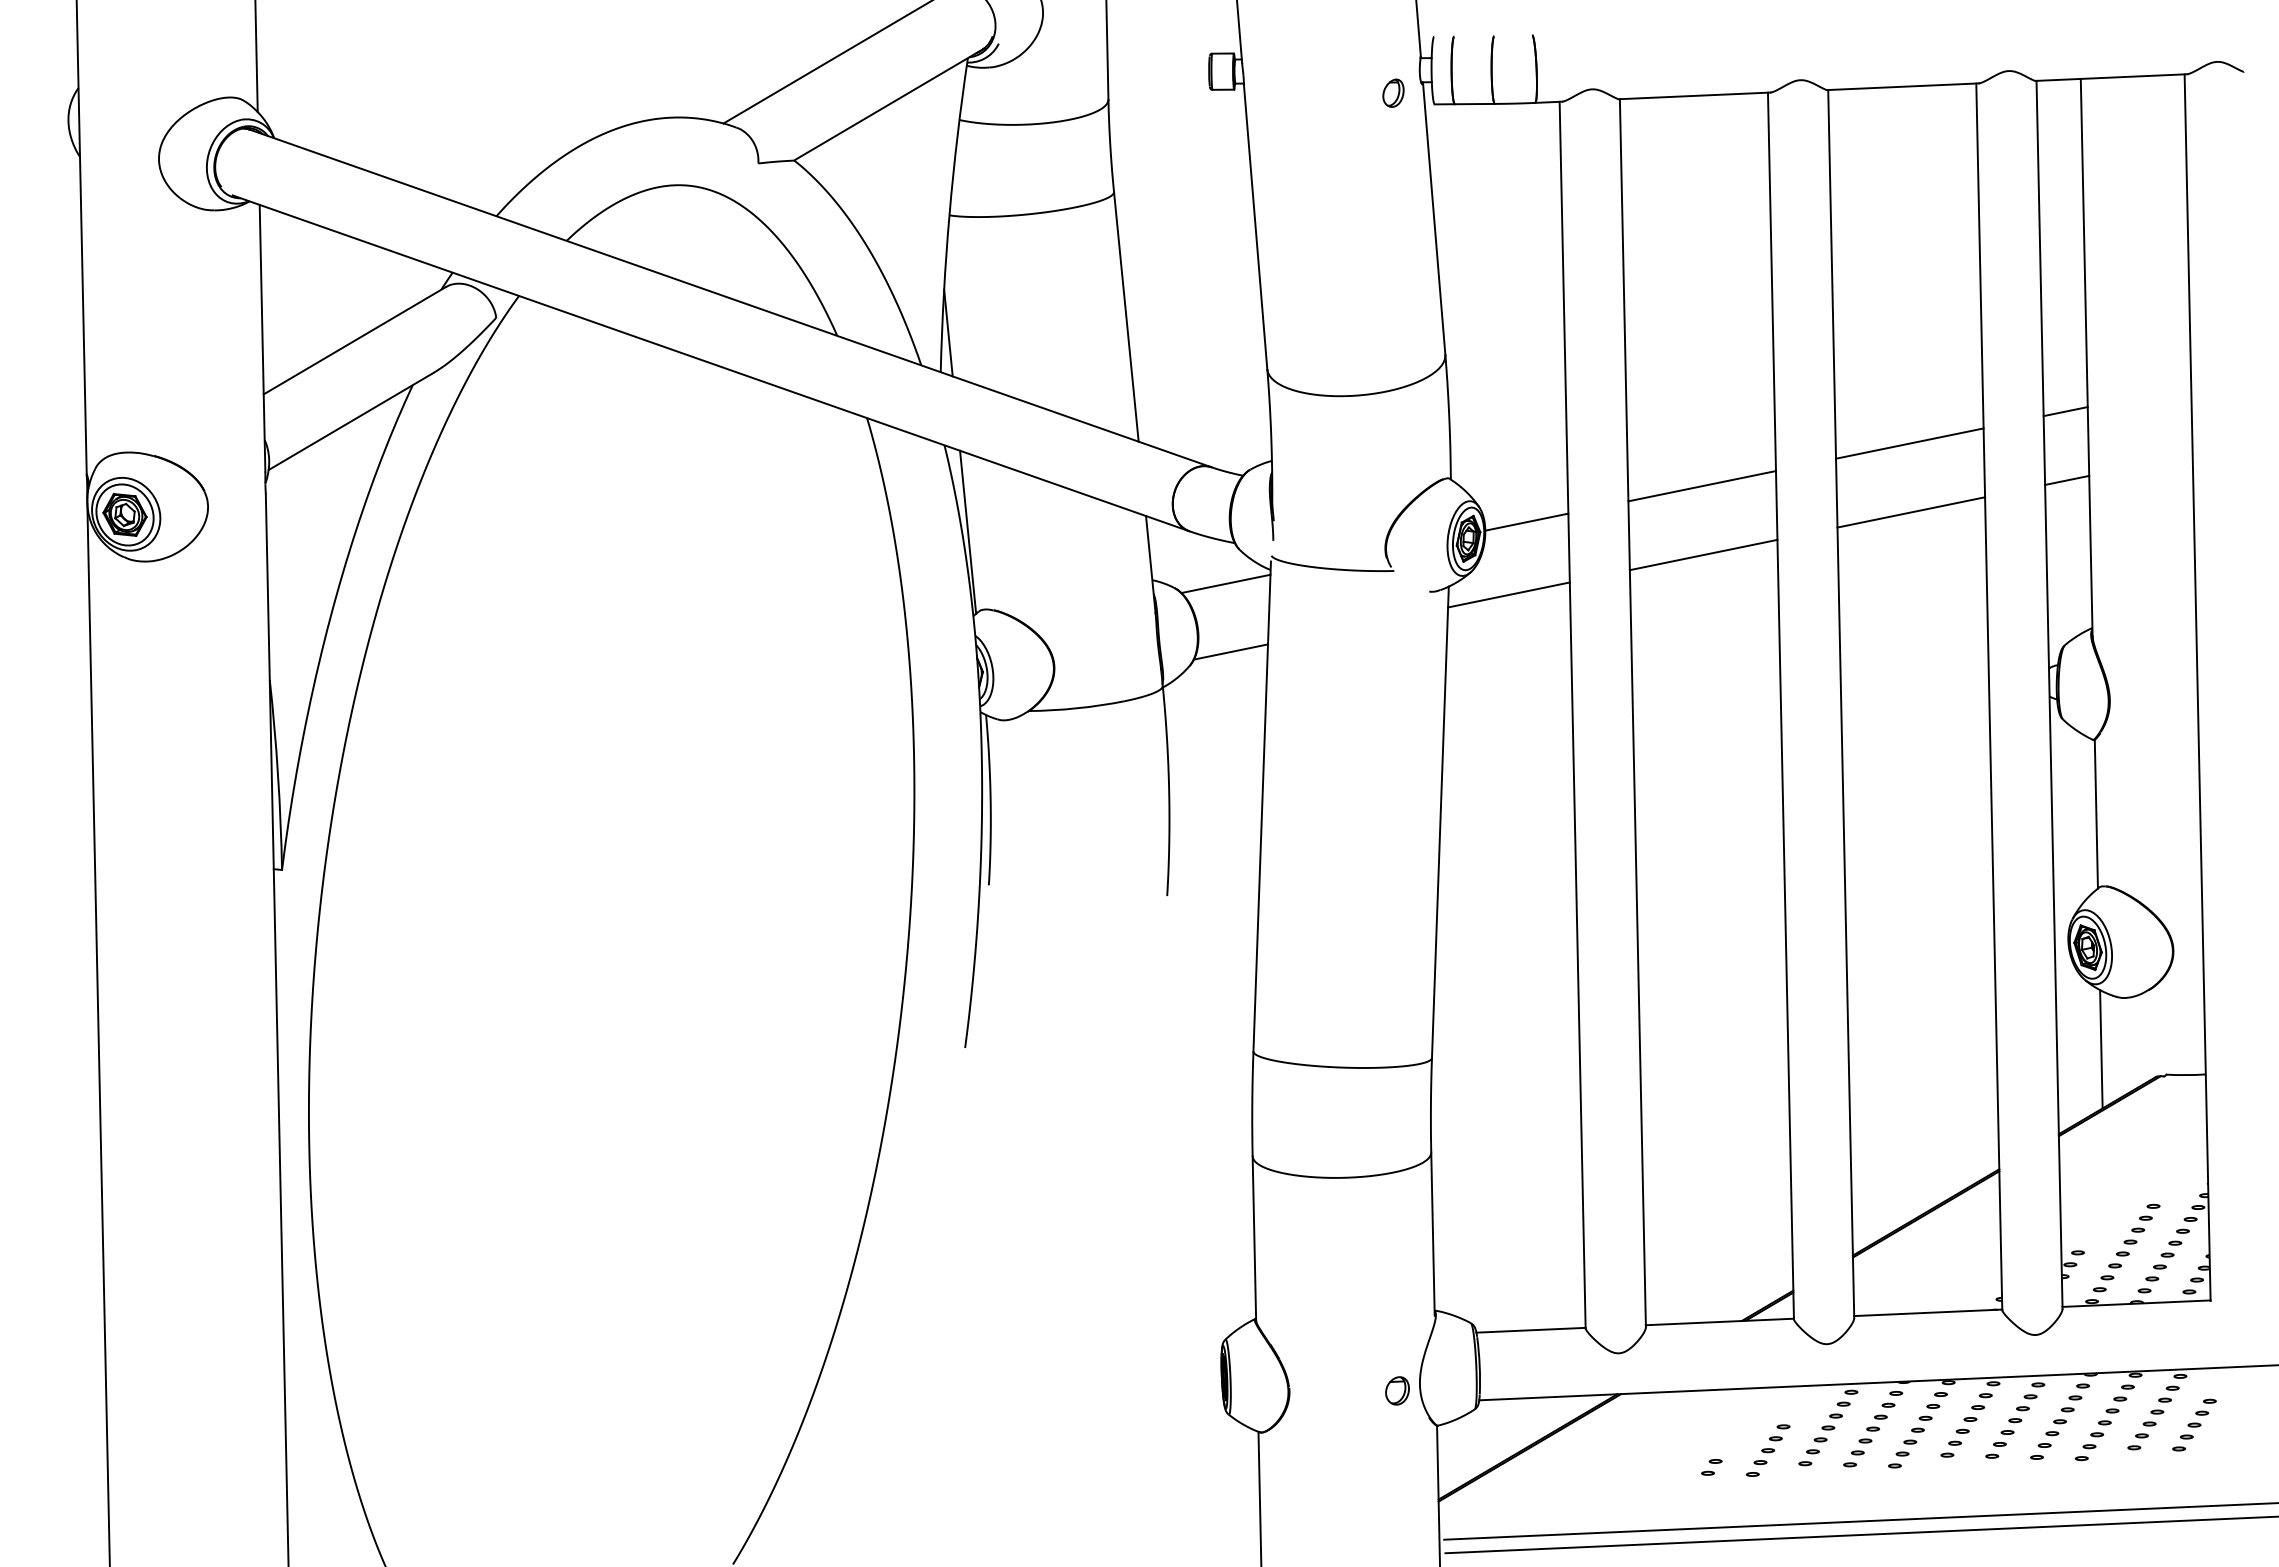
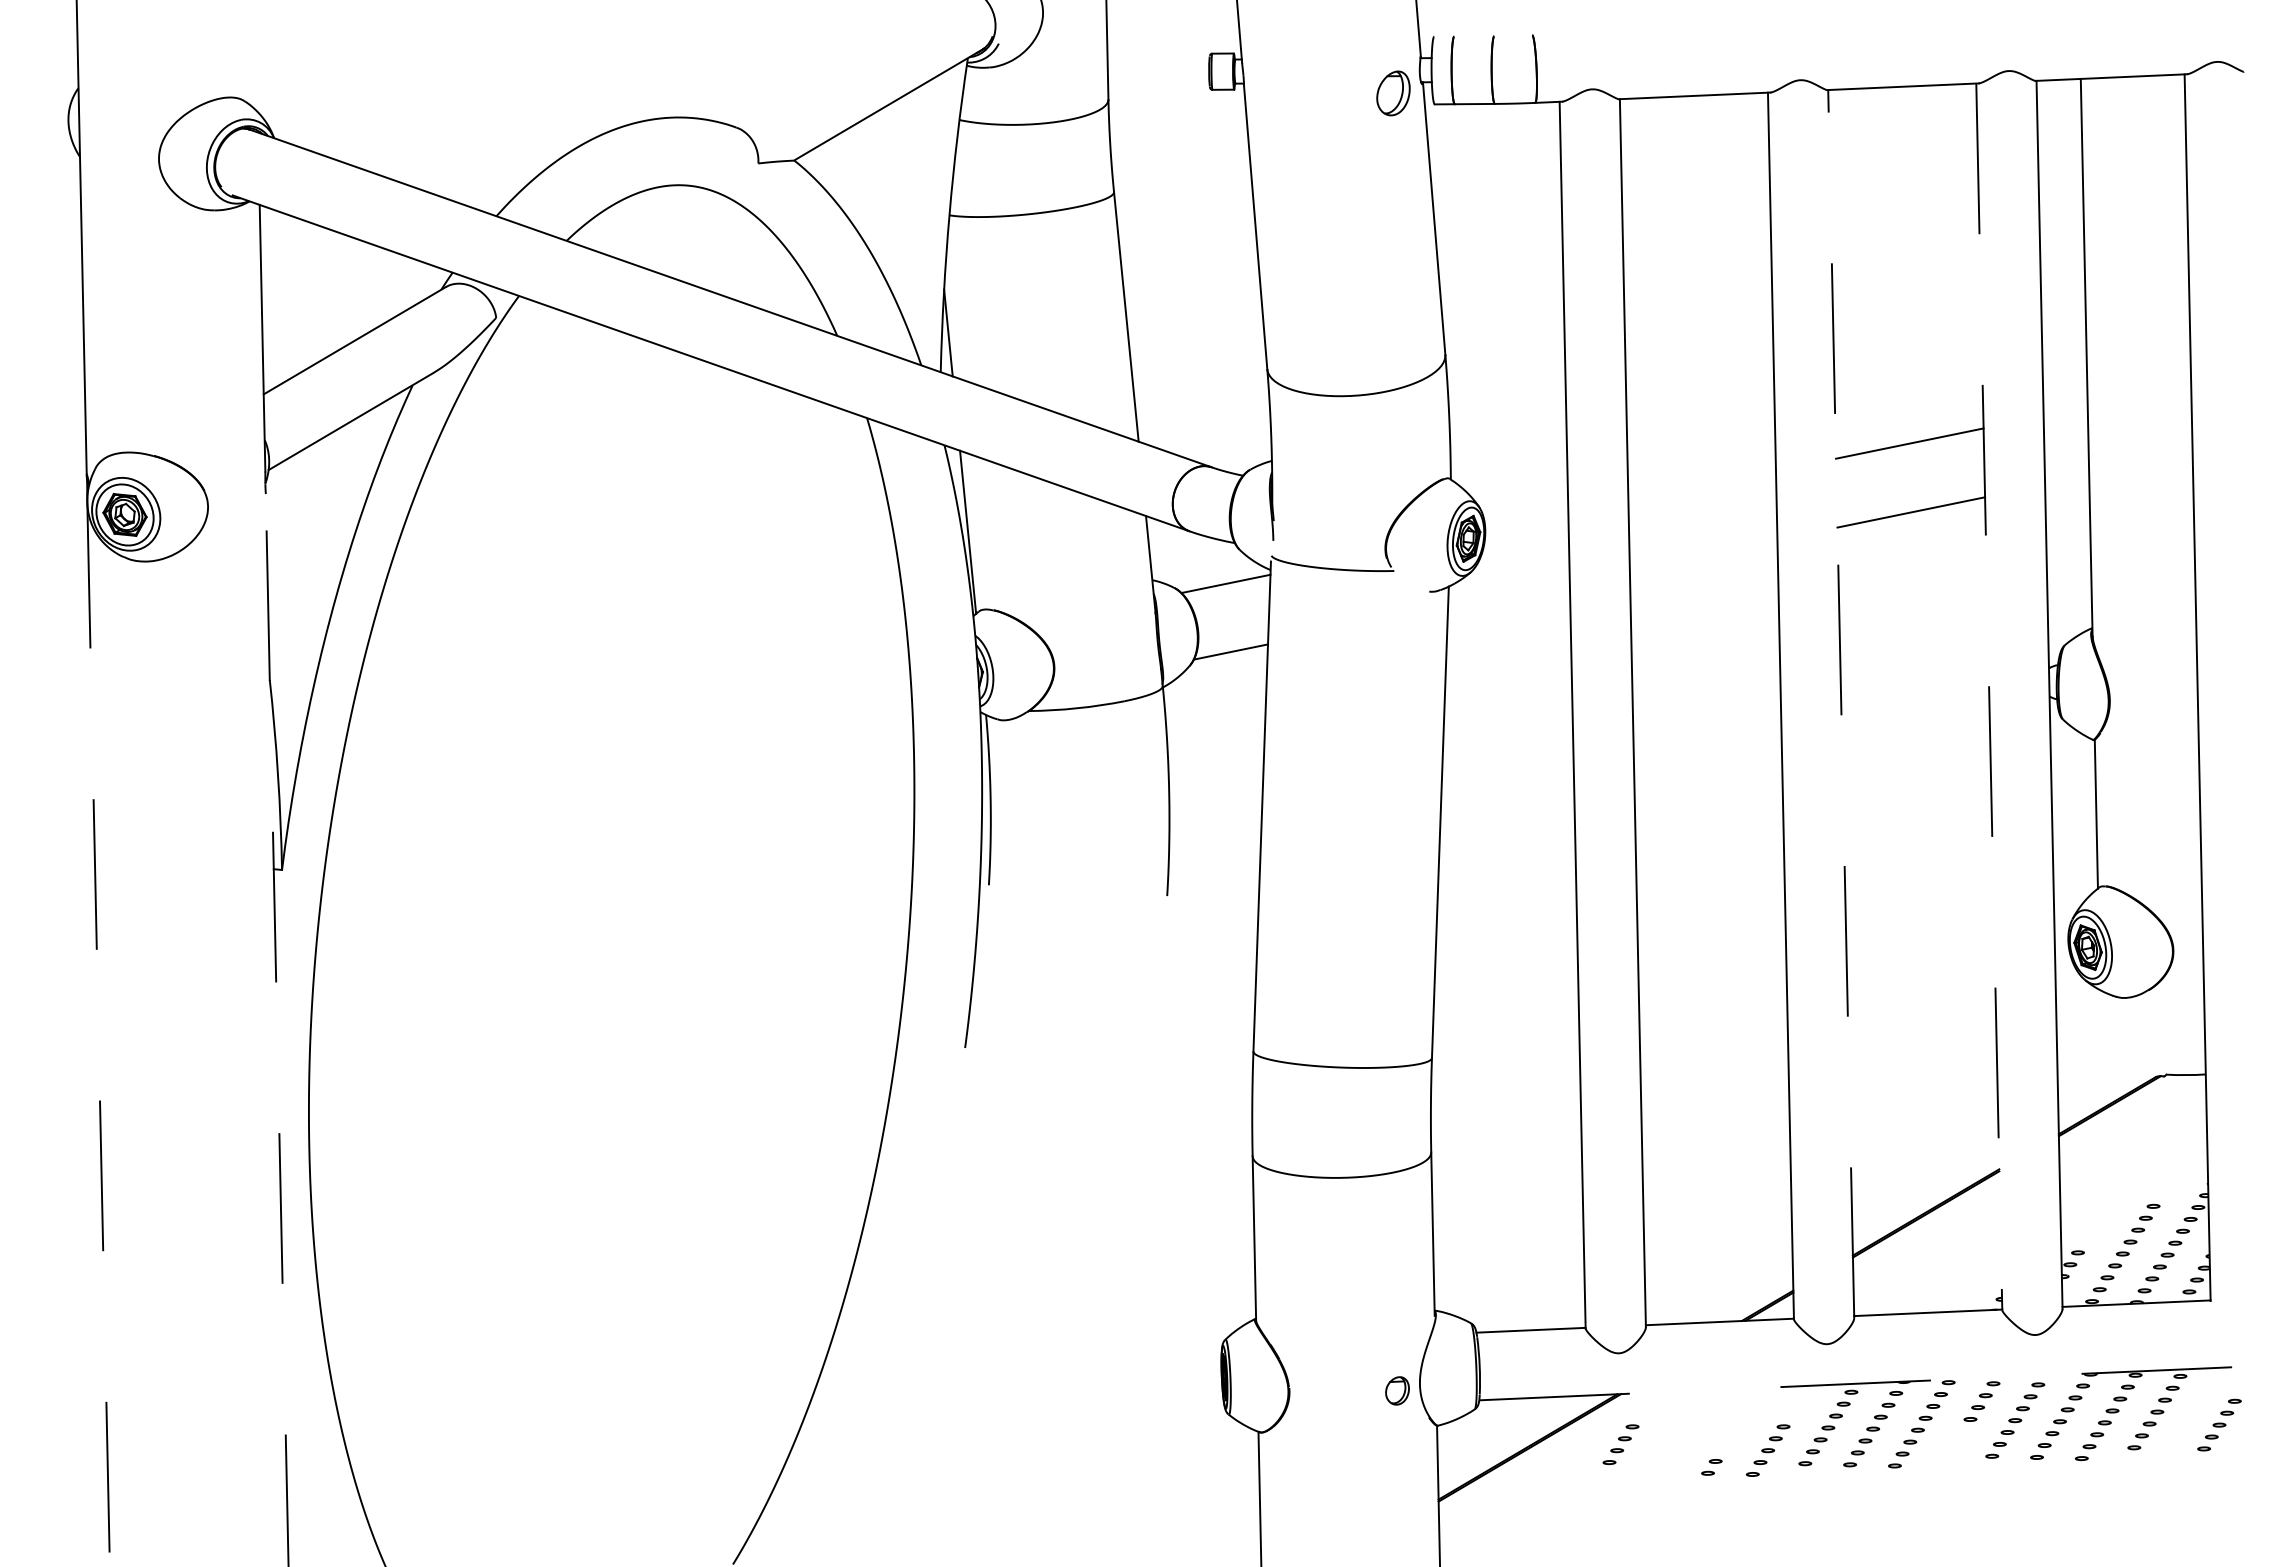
line at (256, 57): present -> none
line at (826, 62): present -> none
part at (1393, 92) size: 23x30 px -> 35x47 px
line at (2065, 411): present -> none
line at (2067, 479): present -> none
line at (1701, 486): present -> none
line at (1526, 521): present -> none
line at (1703, 554): present -> none
line at (1508, 594): present -> none
line at (1989, 697): solid -> dashed
line at (1841, 703): solid -> dashed
line at (277, 1029): solid -> dashed
line at (98, 1032): solid -> dashed
line at (2101, 1049): present -> none
line at (1878, 1382): solid -> dashed
part at (2194, 1424) position: (2194, 1424) -> (2219, 1424)
part at (1954, 1442): present -> none
part at (1620, 1444): none -> present
line at (1859, 1521): present -> none
line at (1860, 1534): present -> none
